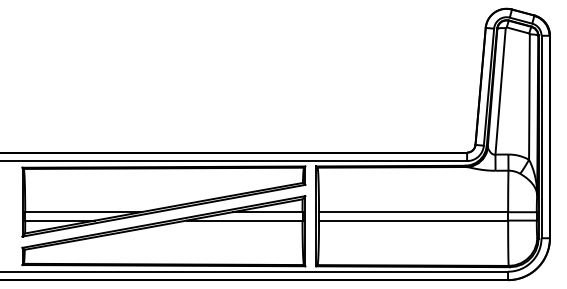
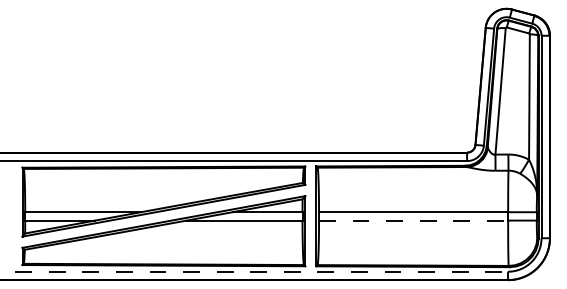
line at (413, 220): solid -> dashed
line at (254, 271): solid -> dashed
